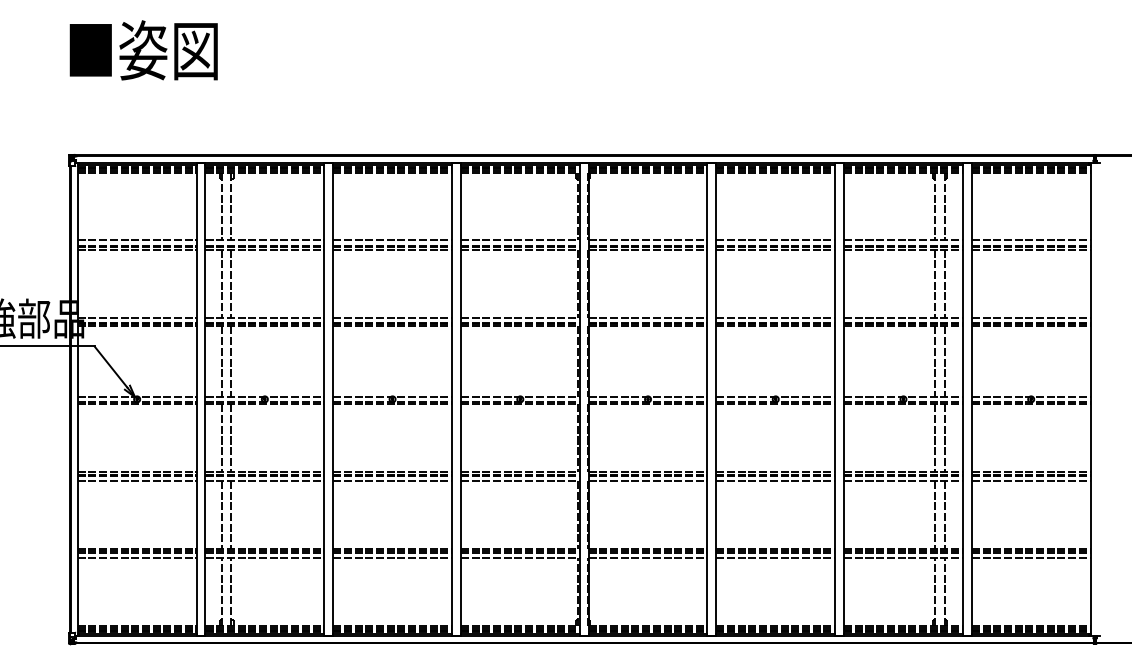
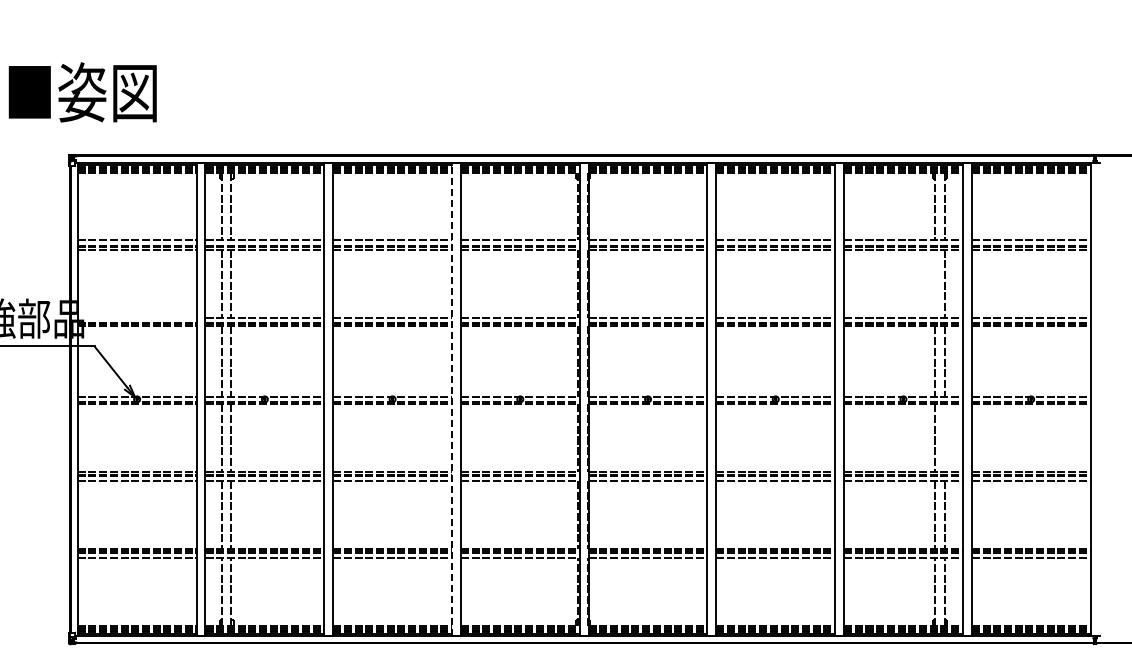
text at (143, 50) position: (143, 50) -> (82, 92)
line at (935, 283): present -> none
line at (136, 317): present -> none
line at (452, 399): solid -> dashed
line at (944, 438): present -> none
